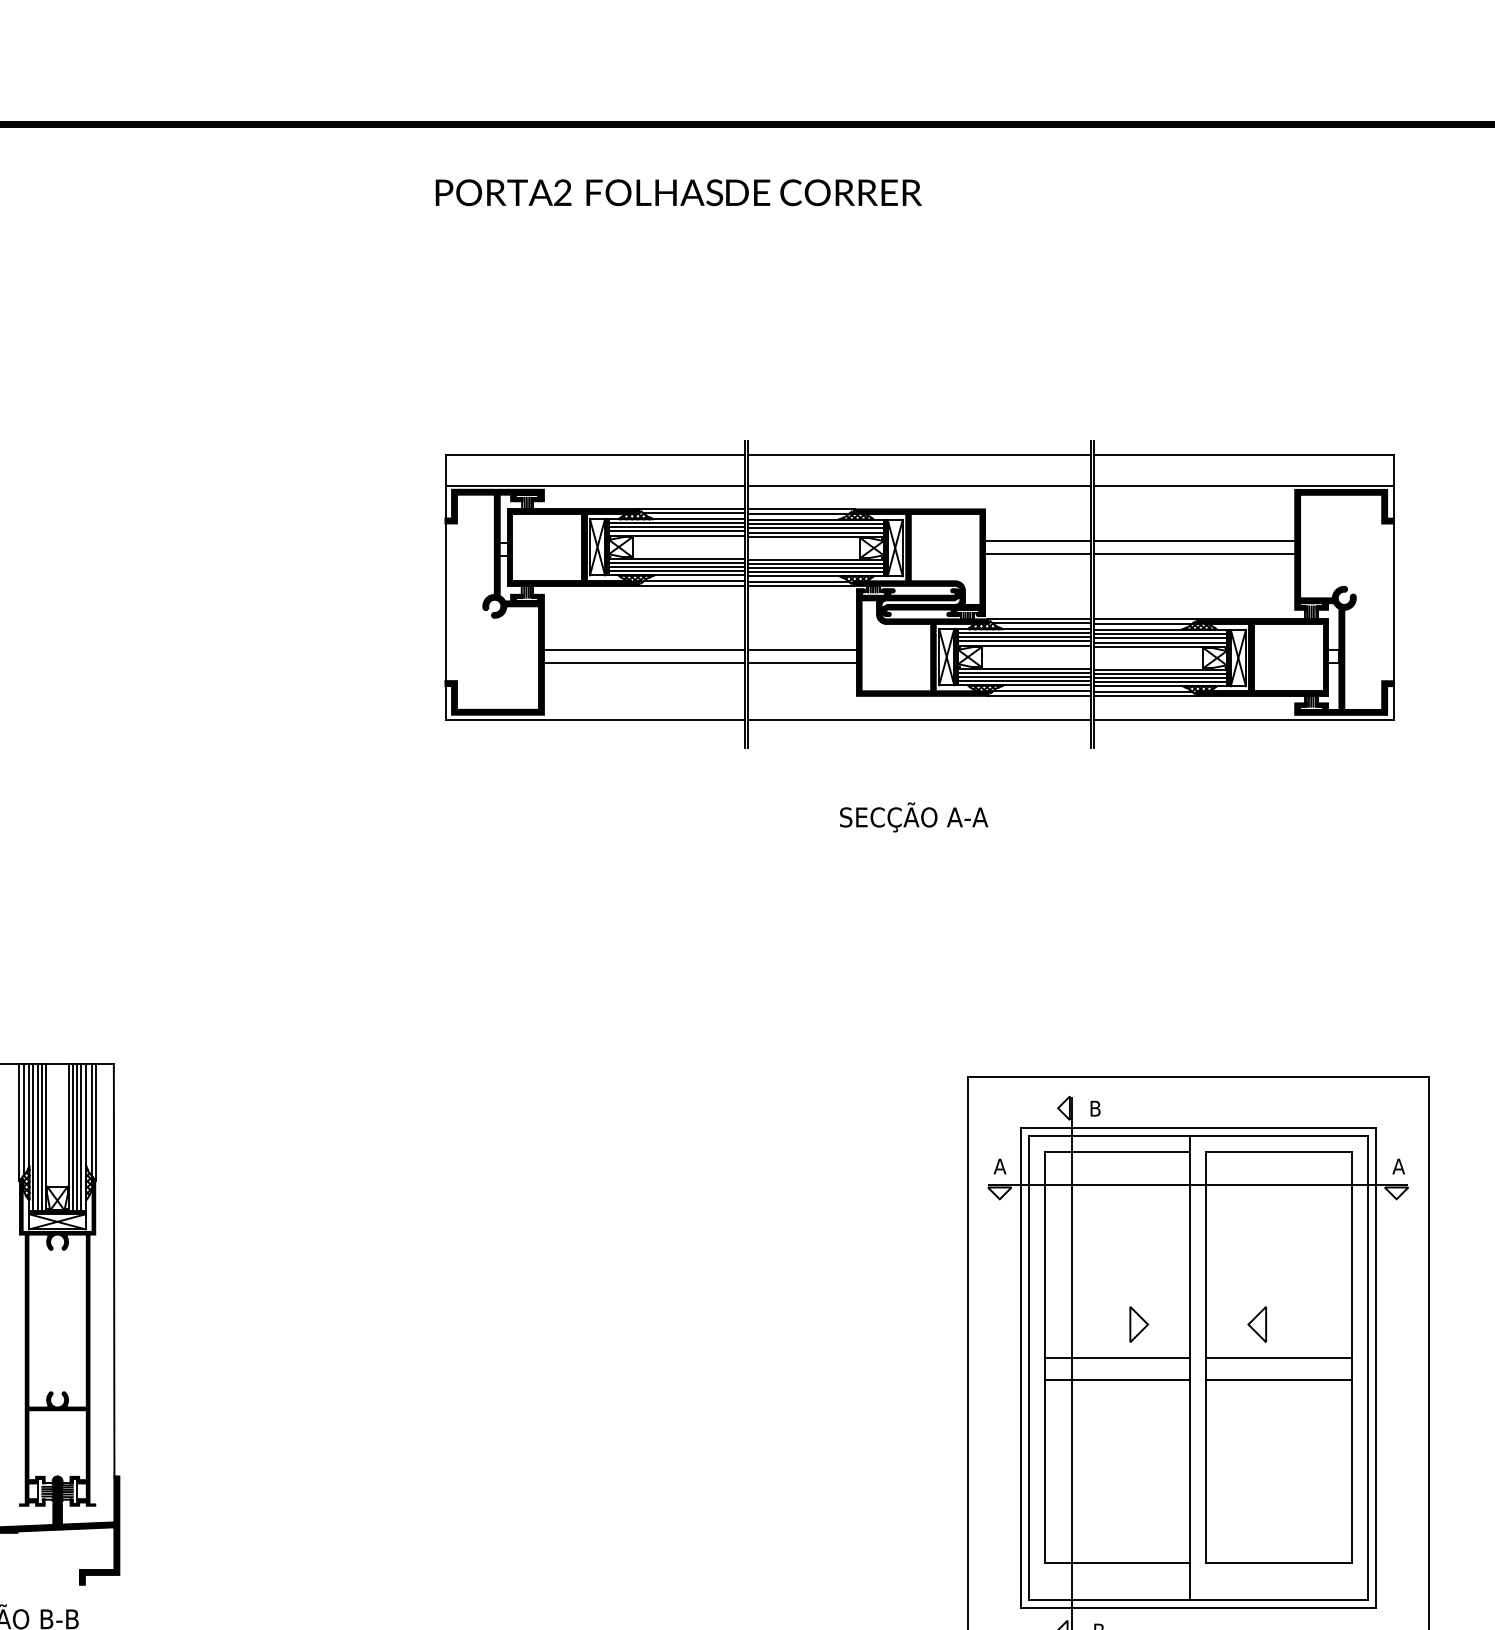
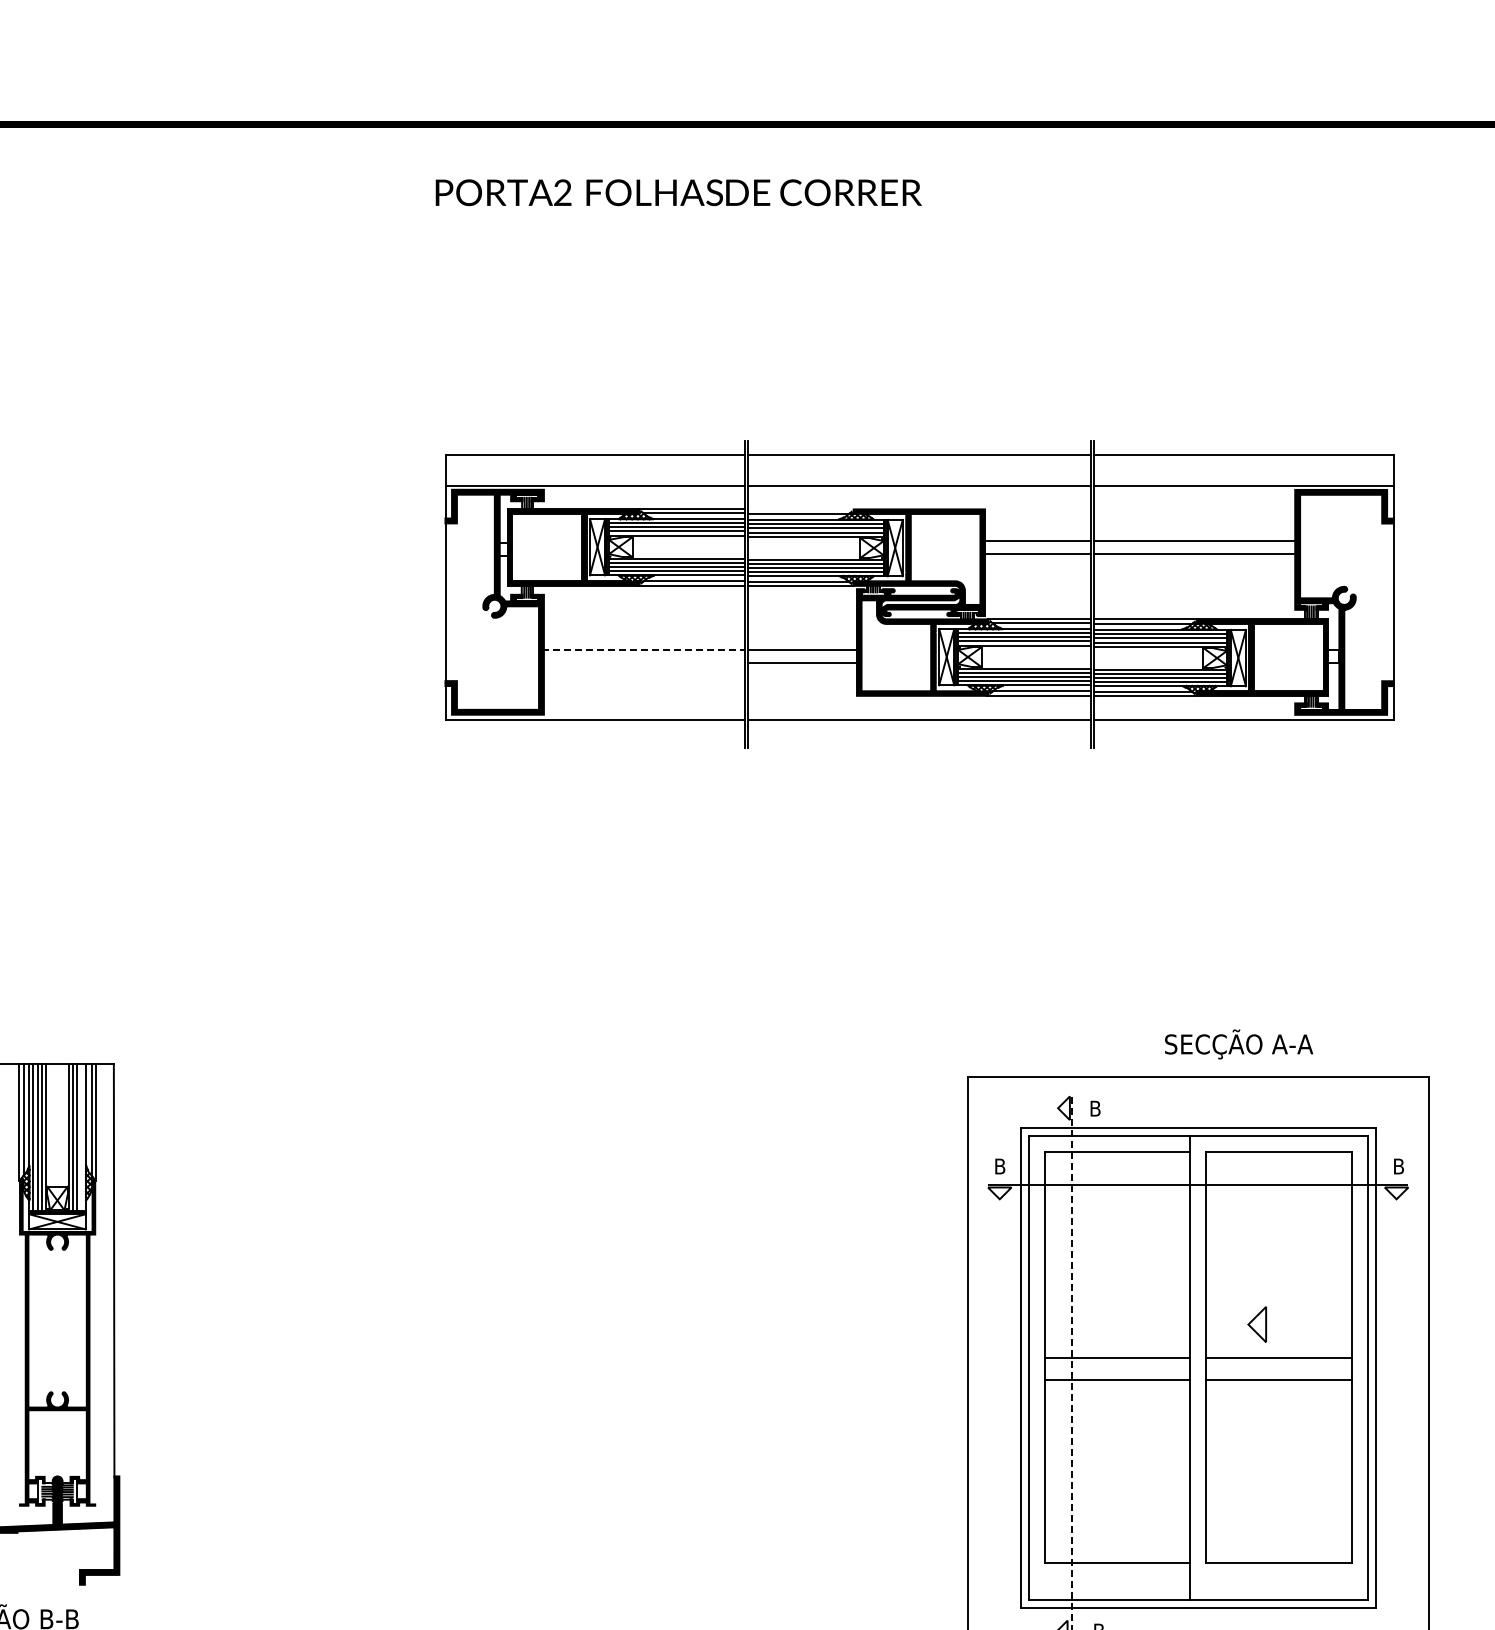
line at (801, 509): present -> none
line at (643, 649): solid -> dashed
line at (645, 663): present -> none
text at (914, 817) position: (914, 817) -> (1239, 1044)
line at (81, 1137): present -> none
text at (999, 1166): A -> B
text at (1398, 1166): A -> B
part at (1139, 1324): present -> none
line at (1072, 1362): solid -> dashed
